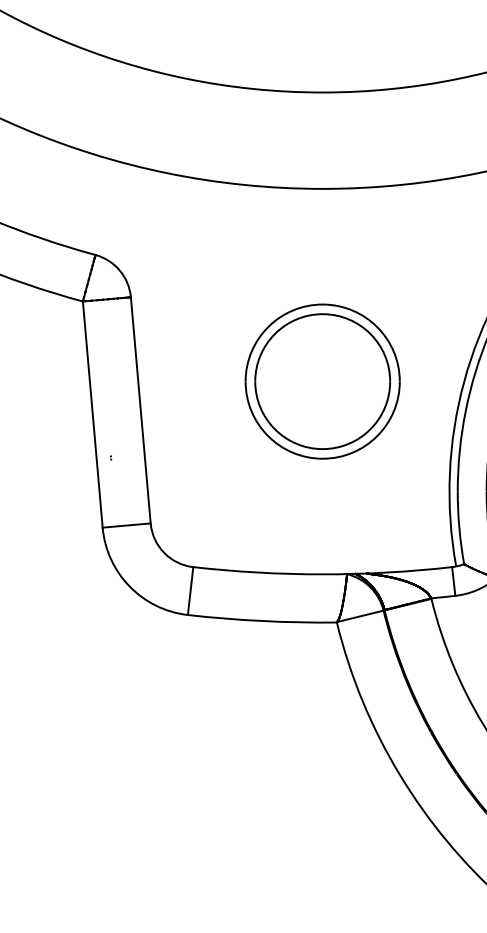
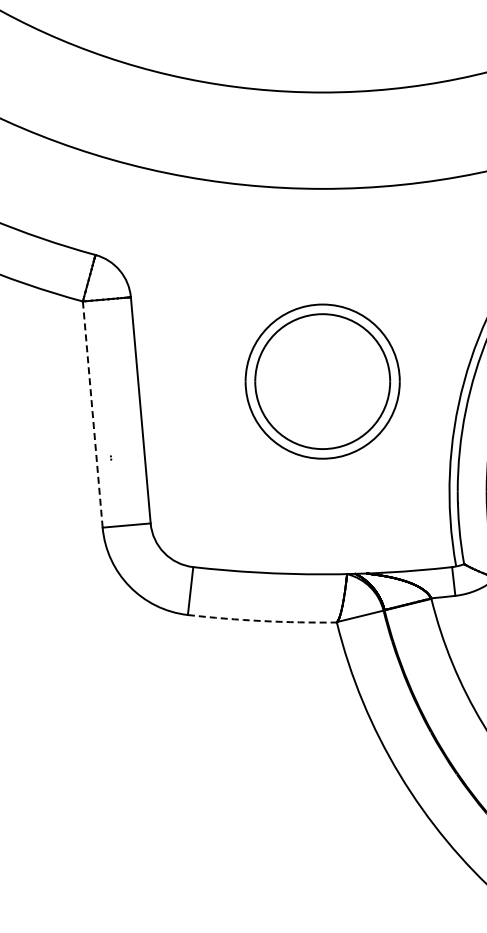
line at (92, 414): solid -> dashed
arc at (262, 621): solid -> dashed
